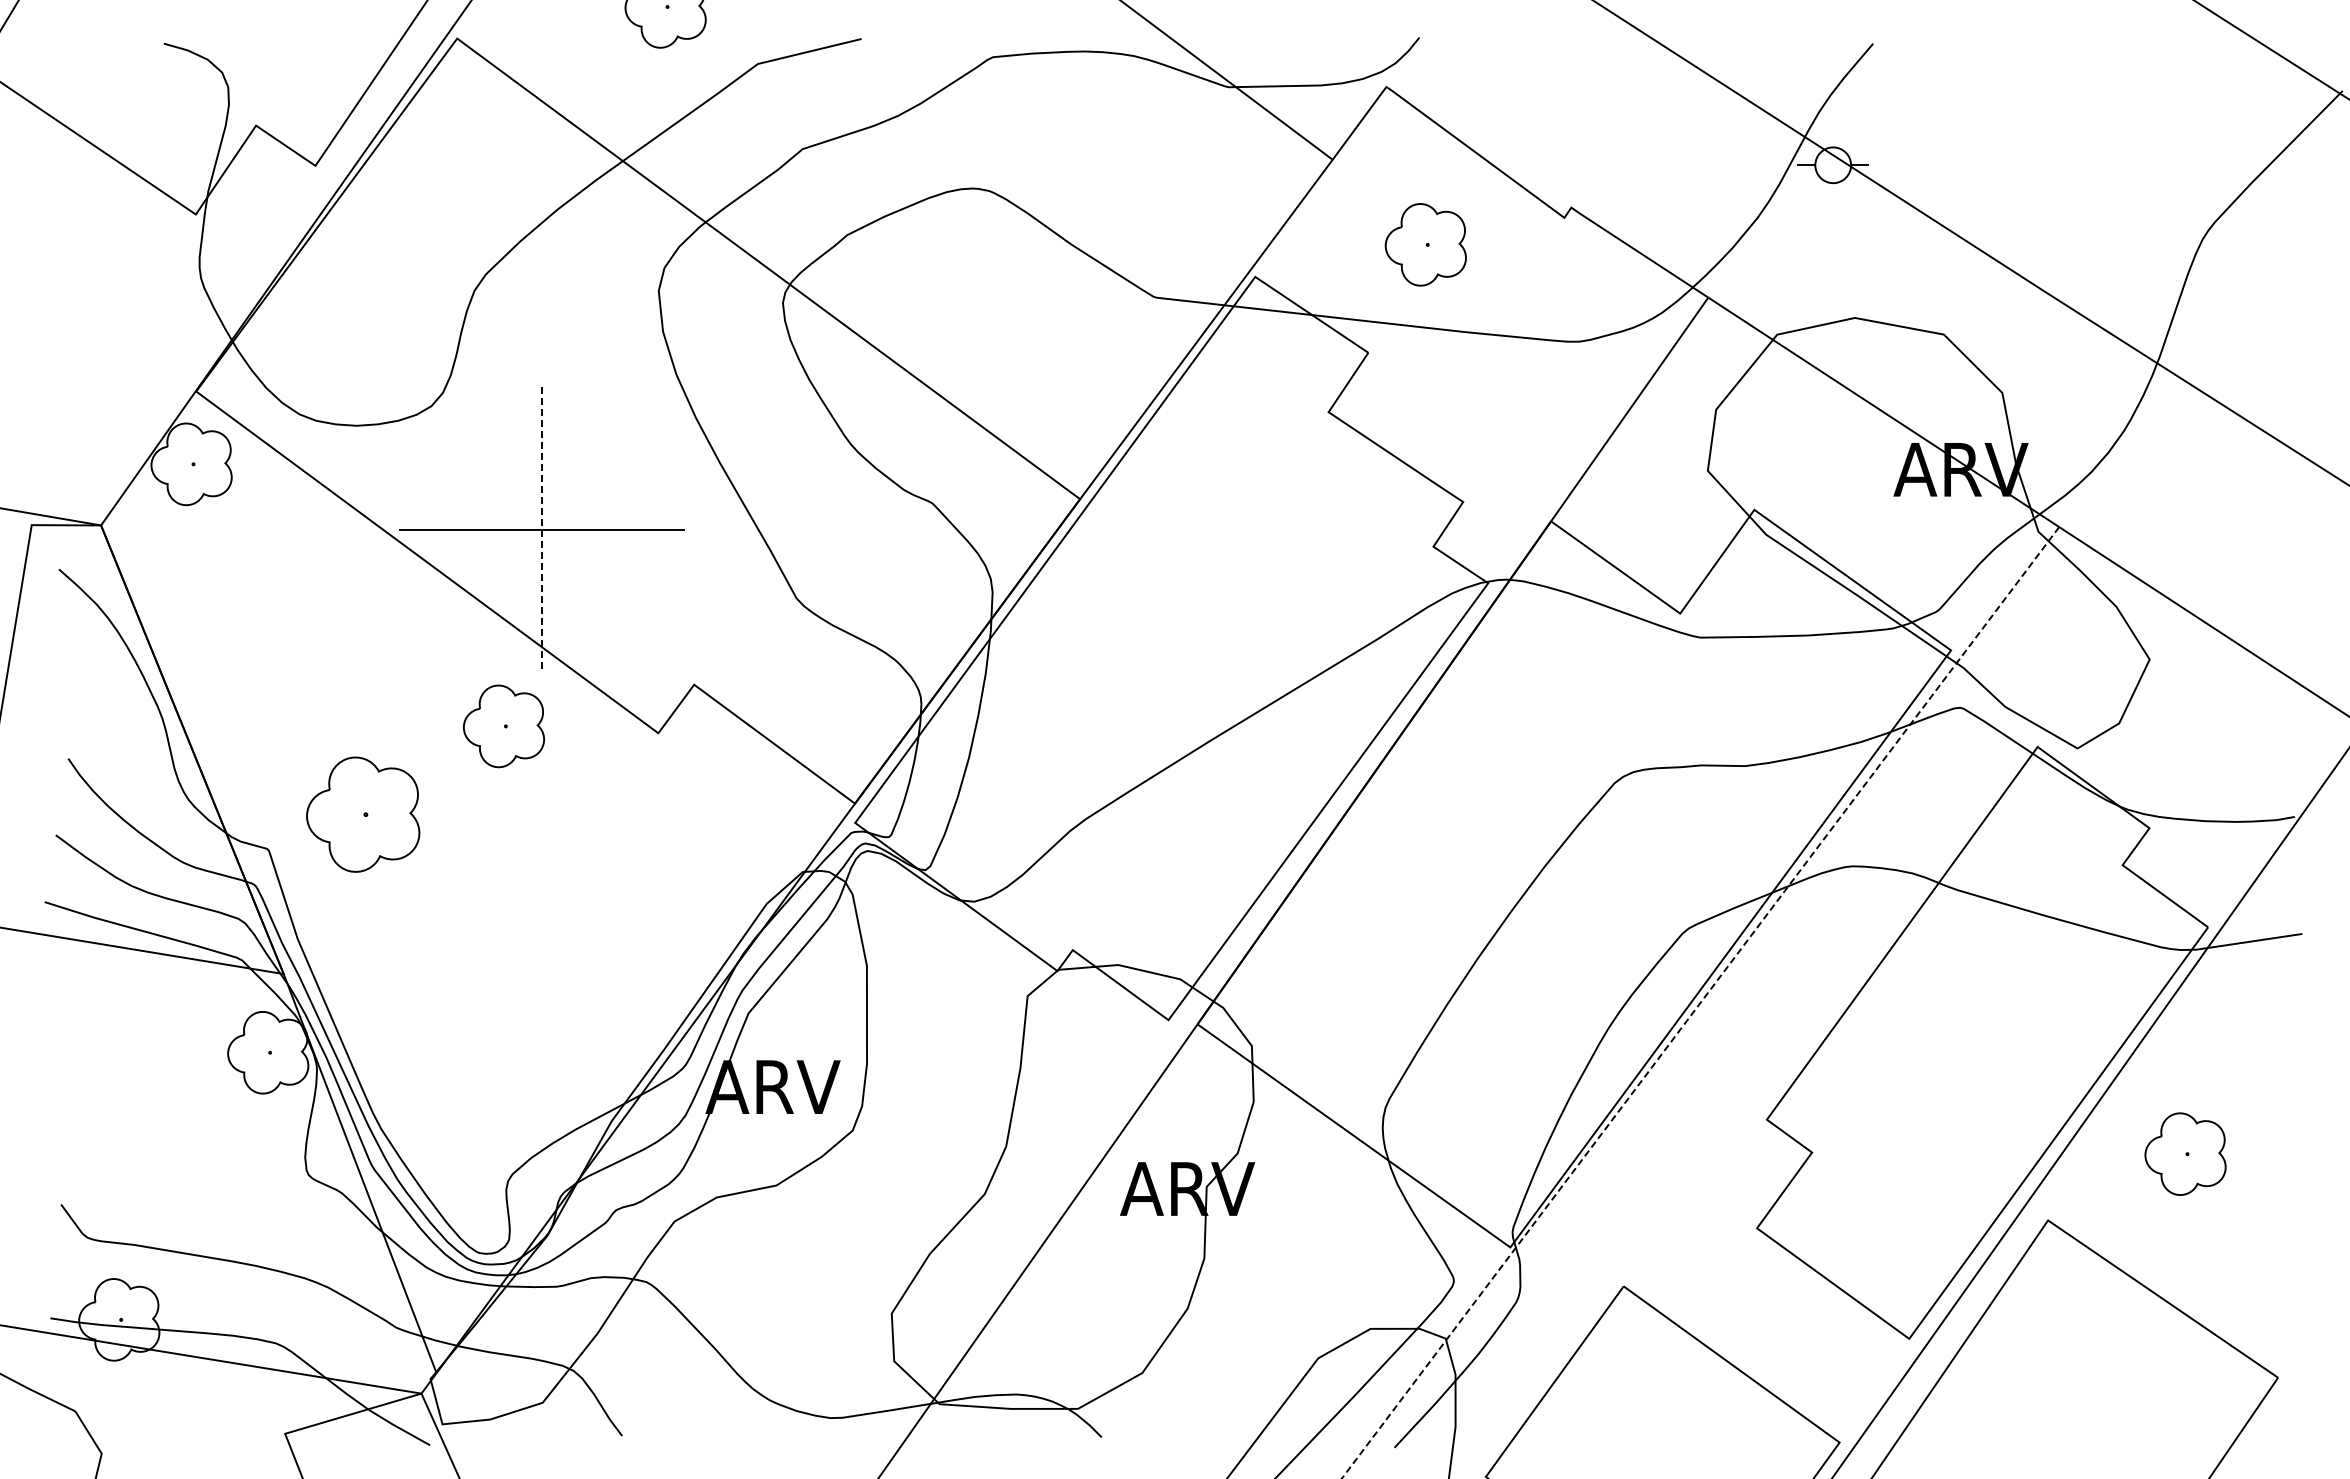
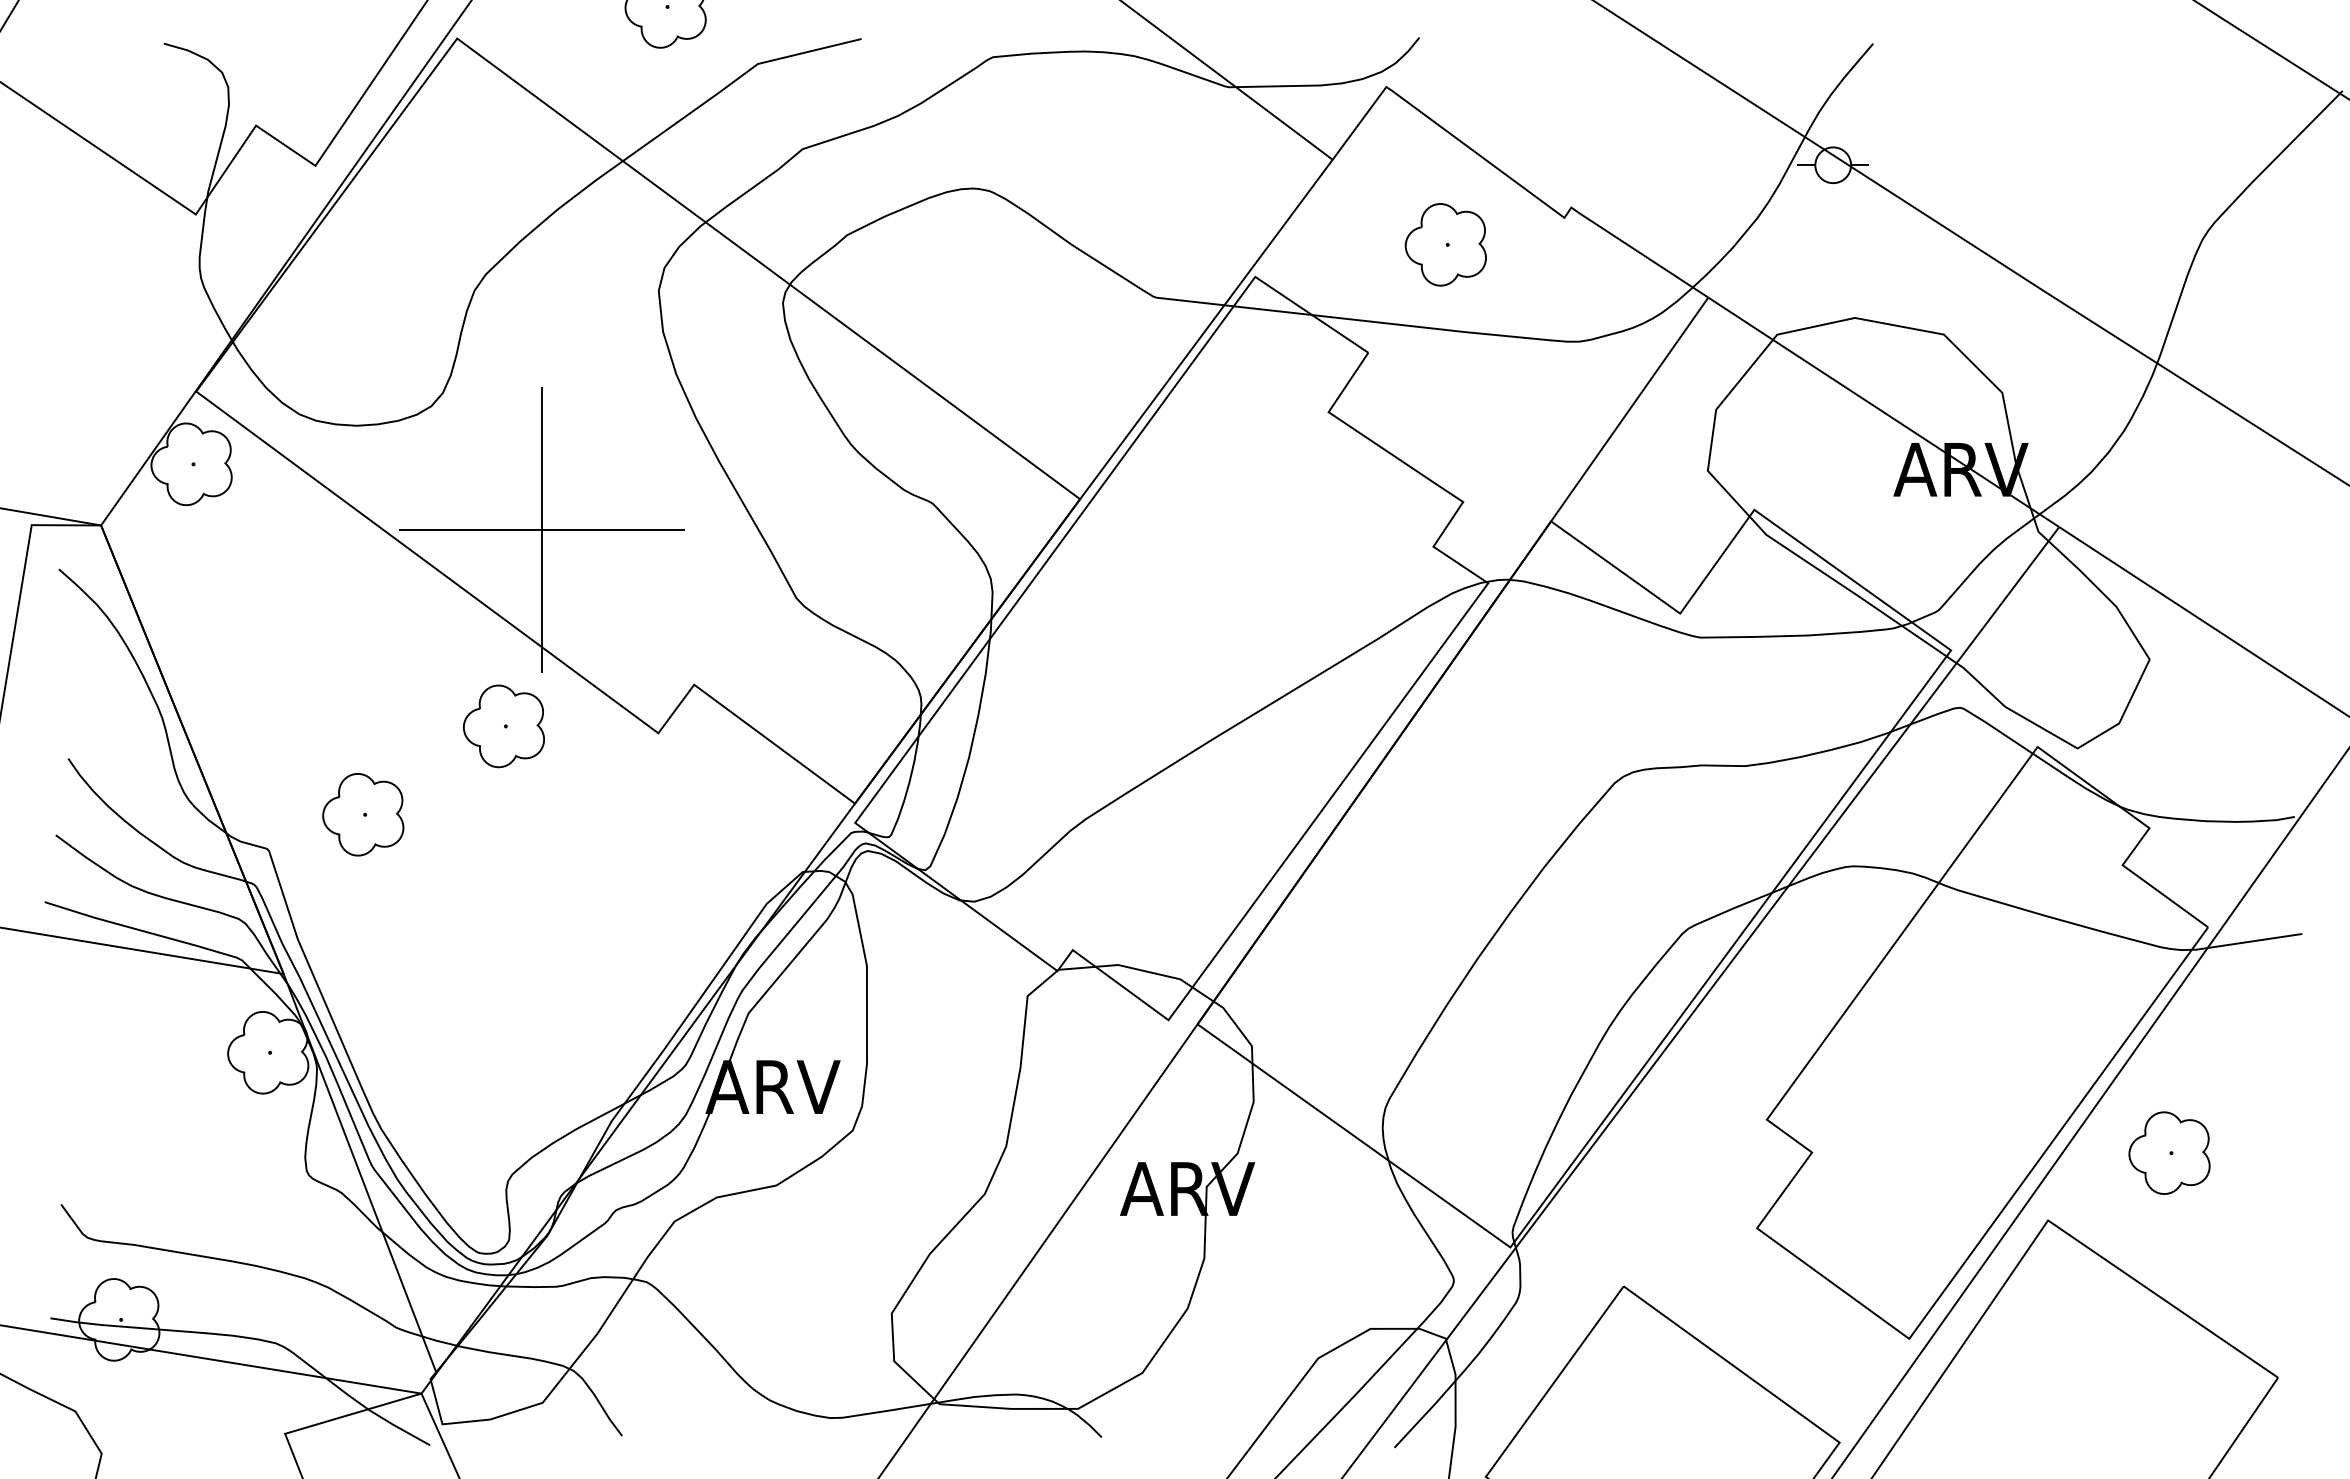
part at (1425, 244) position: (1425, 244) -> (1445, 244)
line at (542, 530): dashed -> solid
part at (363, 814) size: 115x117 px -> 83x84 px
line at (1700, 1002): dashed -> solid
part at (2185, 1153) position: (2185, 1153) -> (2169, 1152)
